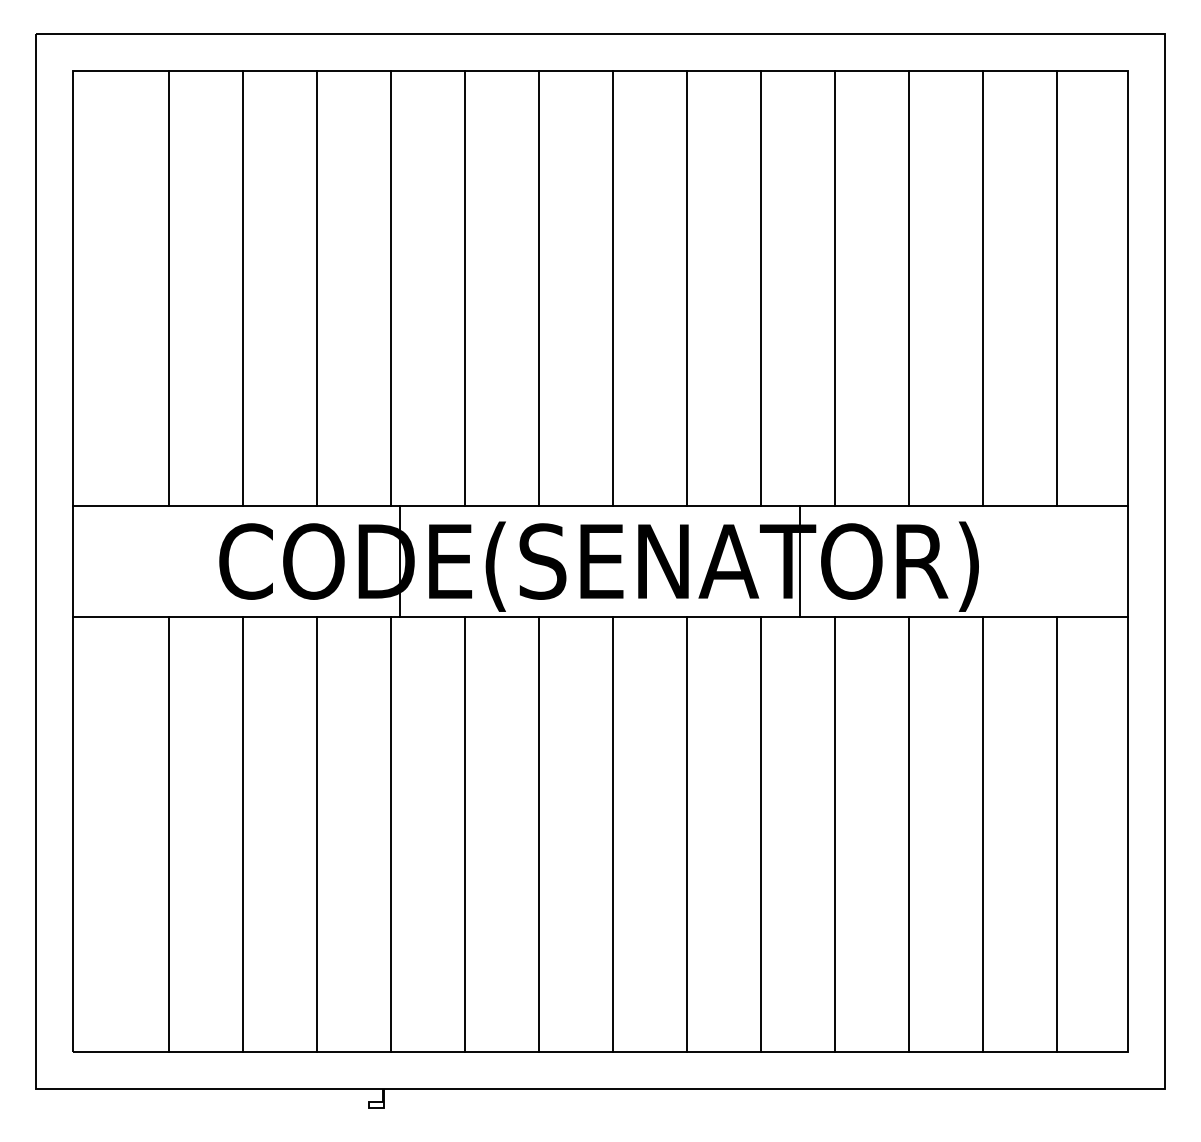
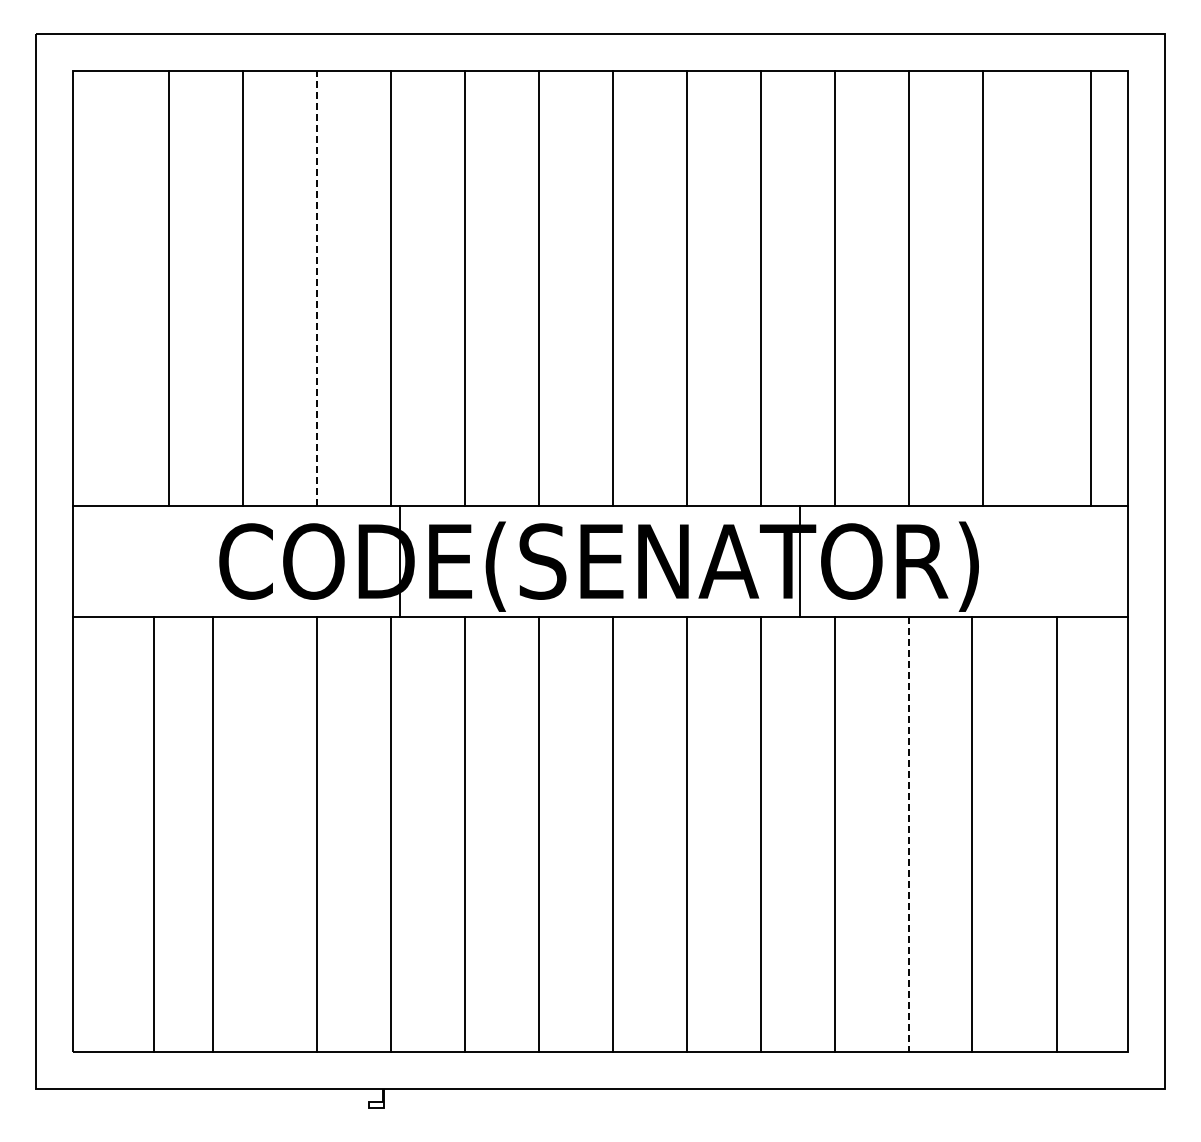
line at (317, 287): solid -> dashed
line at (1057, 288) position: (1057, 288) -> (1091, 288)
line at (169, 834) position: (169, 834) -> (154, 834)
line at (243, 834) position: (243, 834) -> (213, 834)
line at (983, 834) position: (983, 834) -> (972, 834)
line at (909, 835): solid -> dashed
